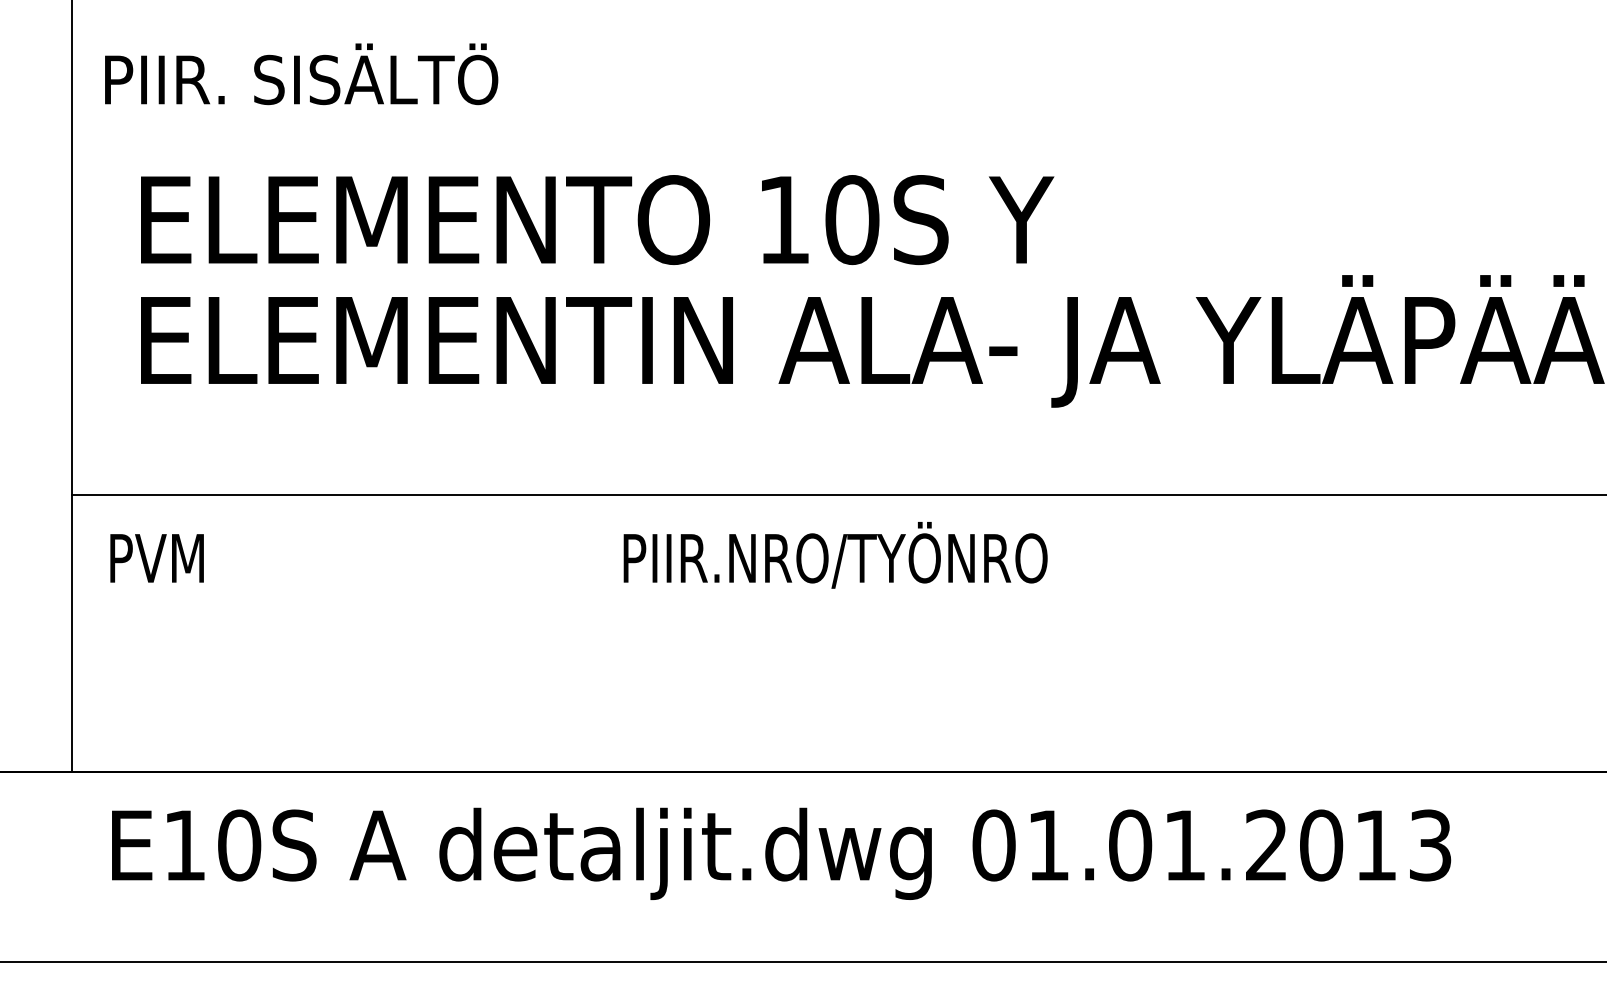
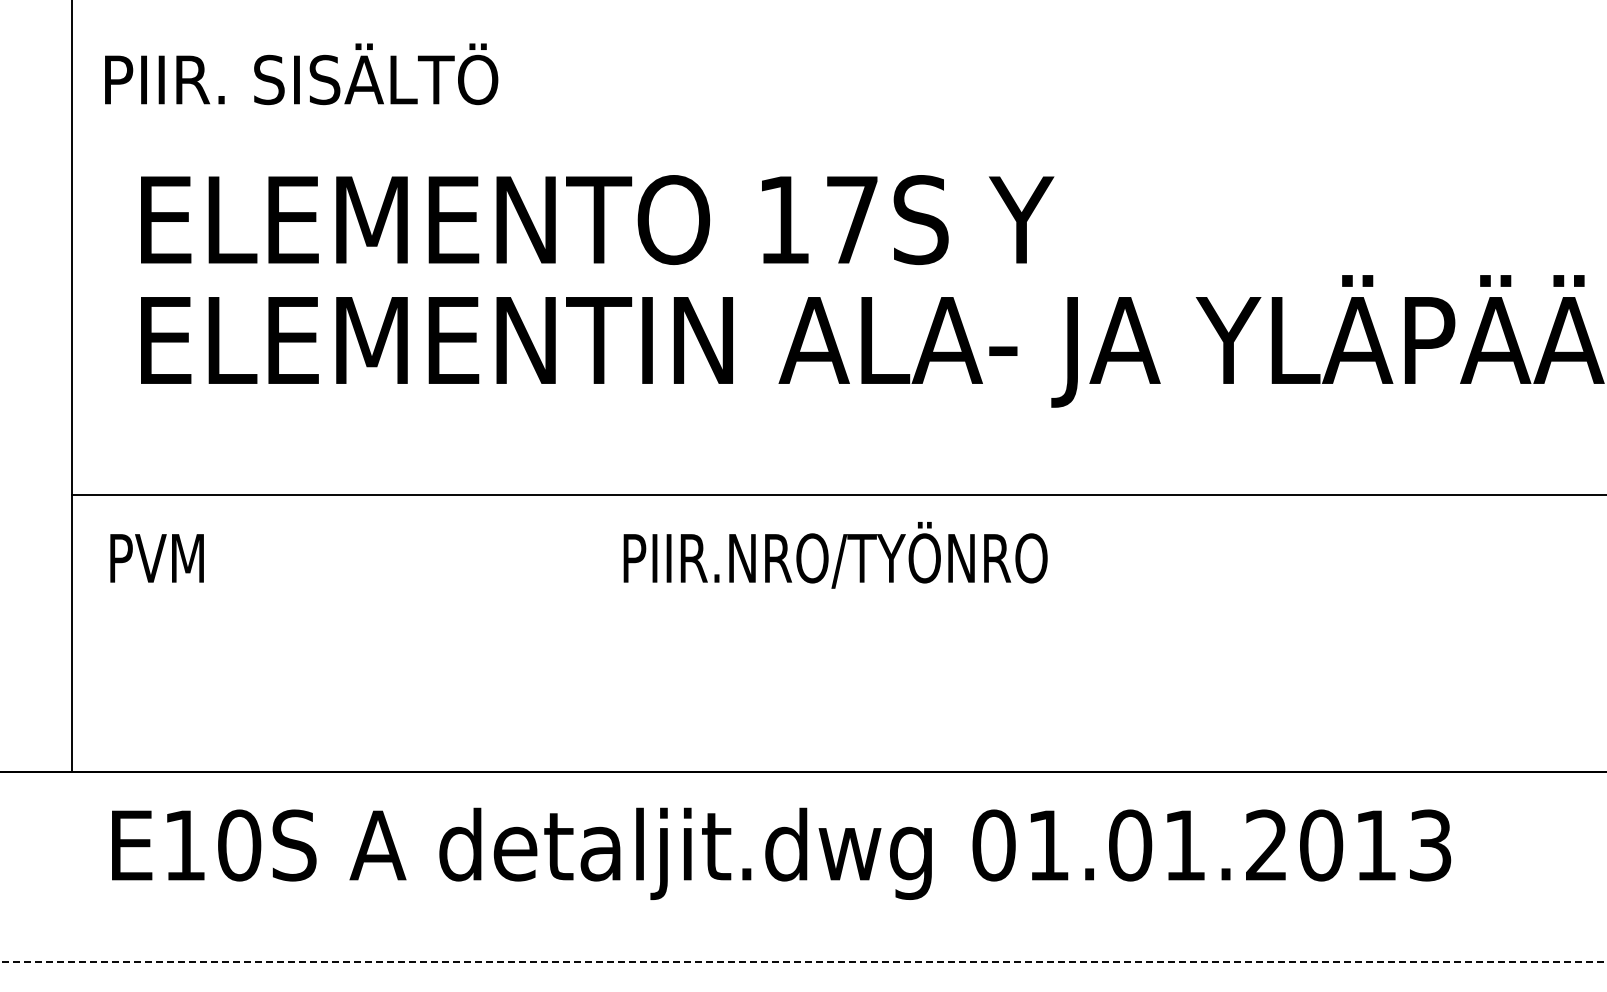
text at (852, 220): 10S -> 17S
line at (804, 962): solid -> dashed
